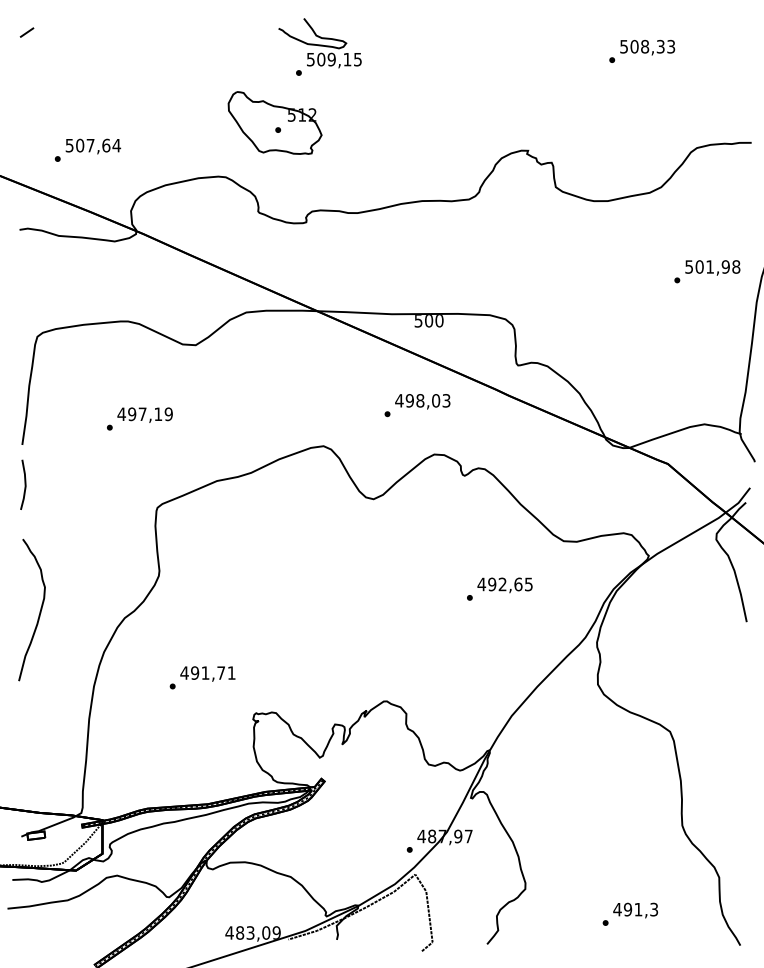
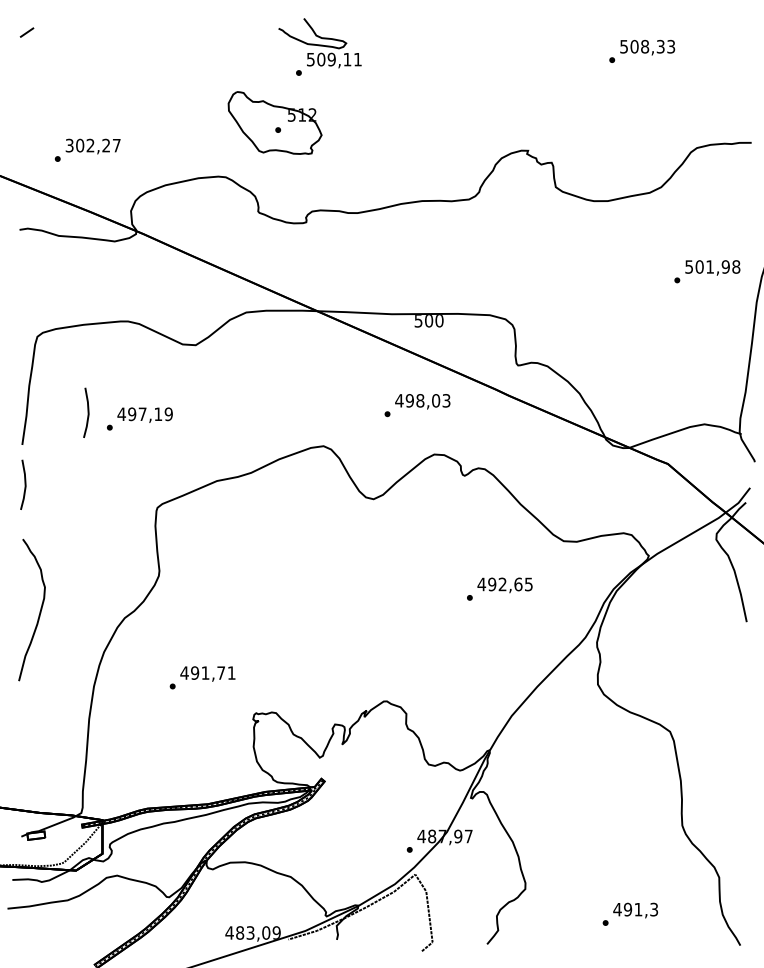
text at (357, 59): 509,15 -> 509,11
text at (93, 145): 507,64 -> 302,27
line at (87, 412): none -> present
